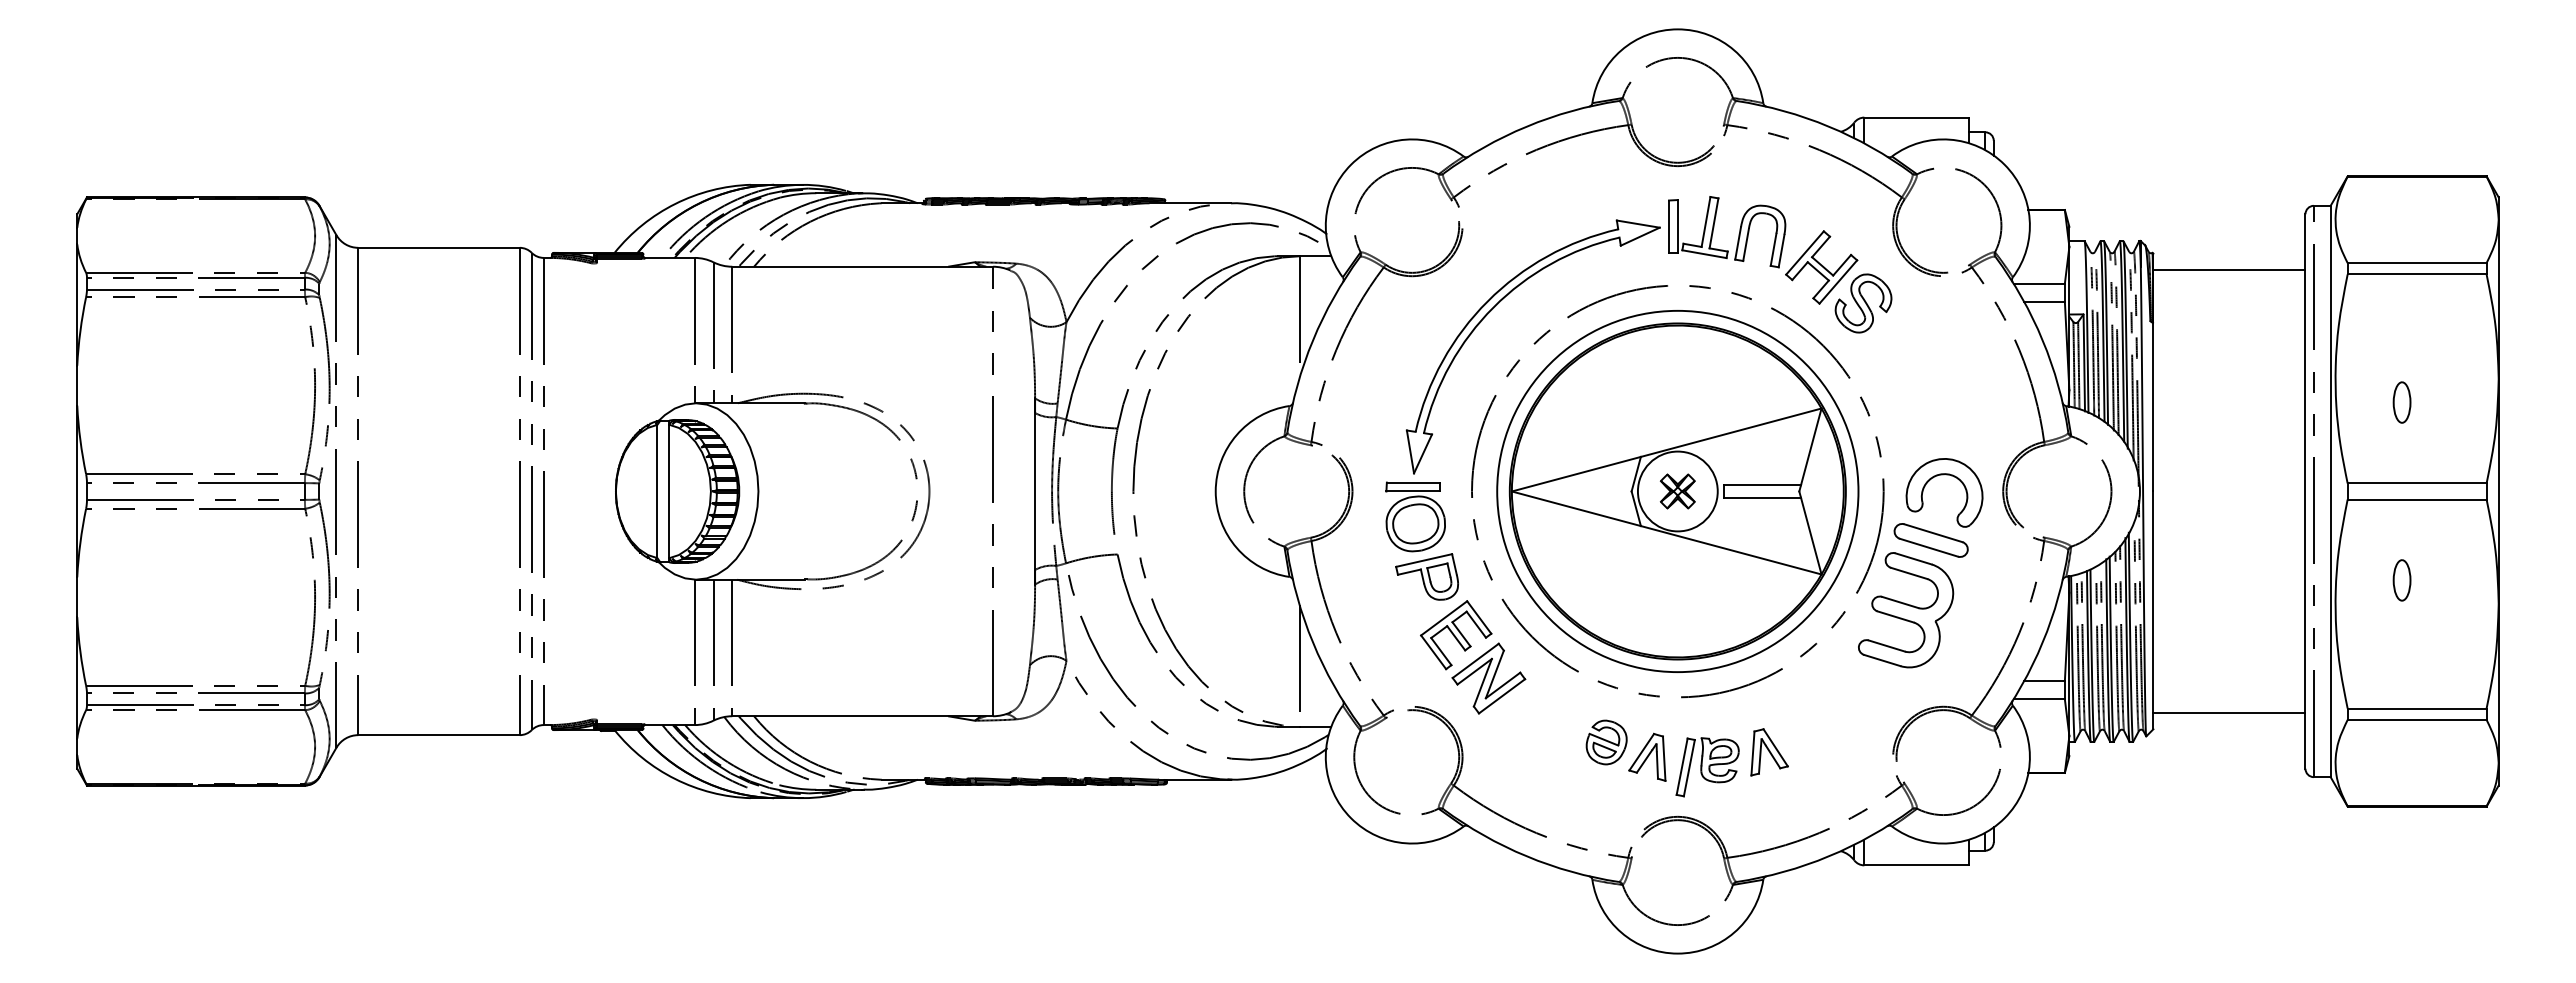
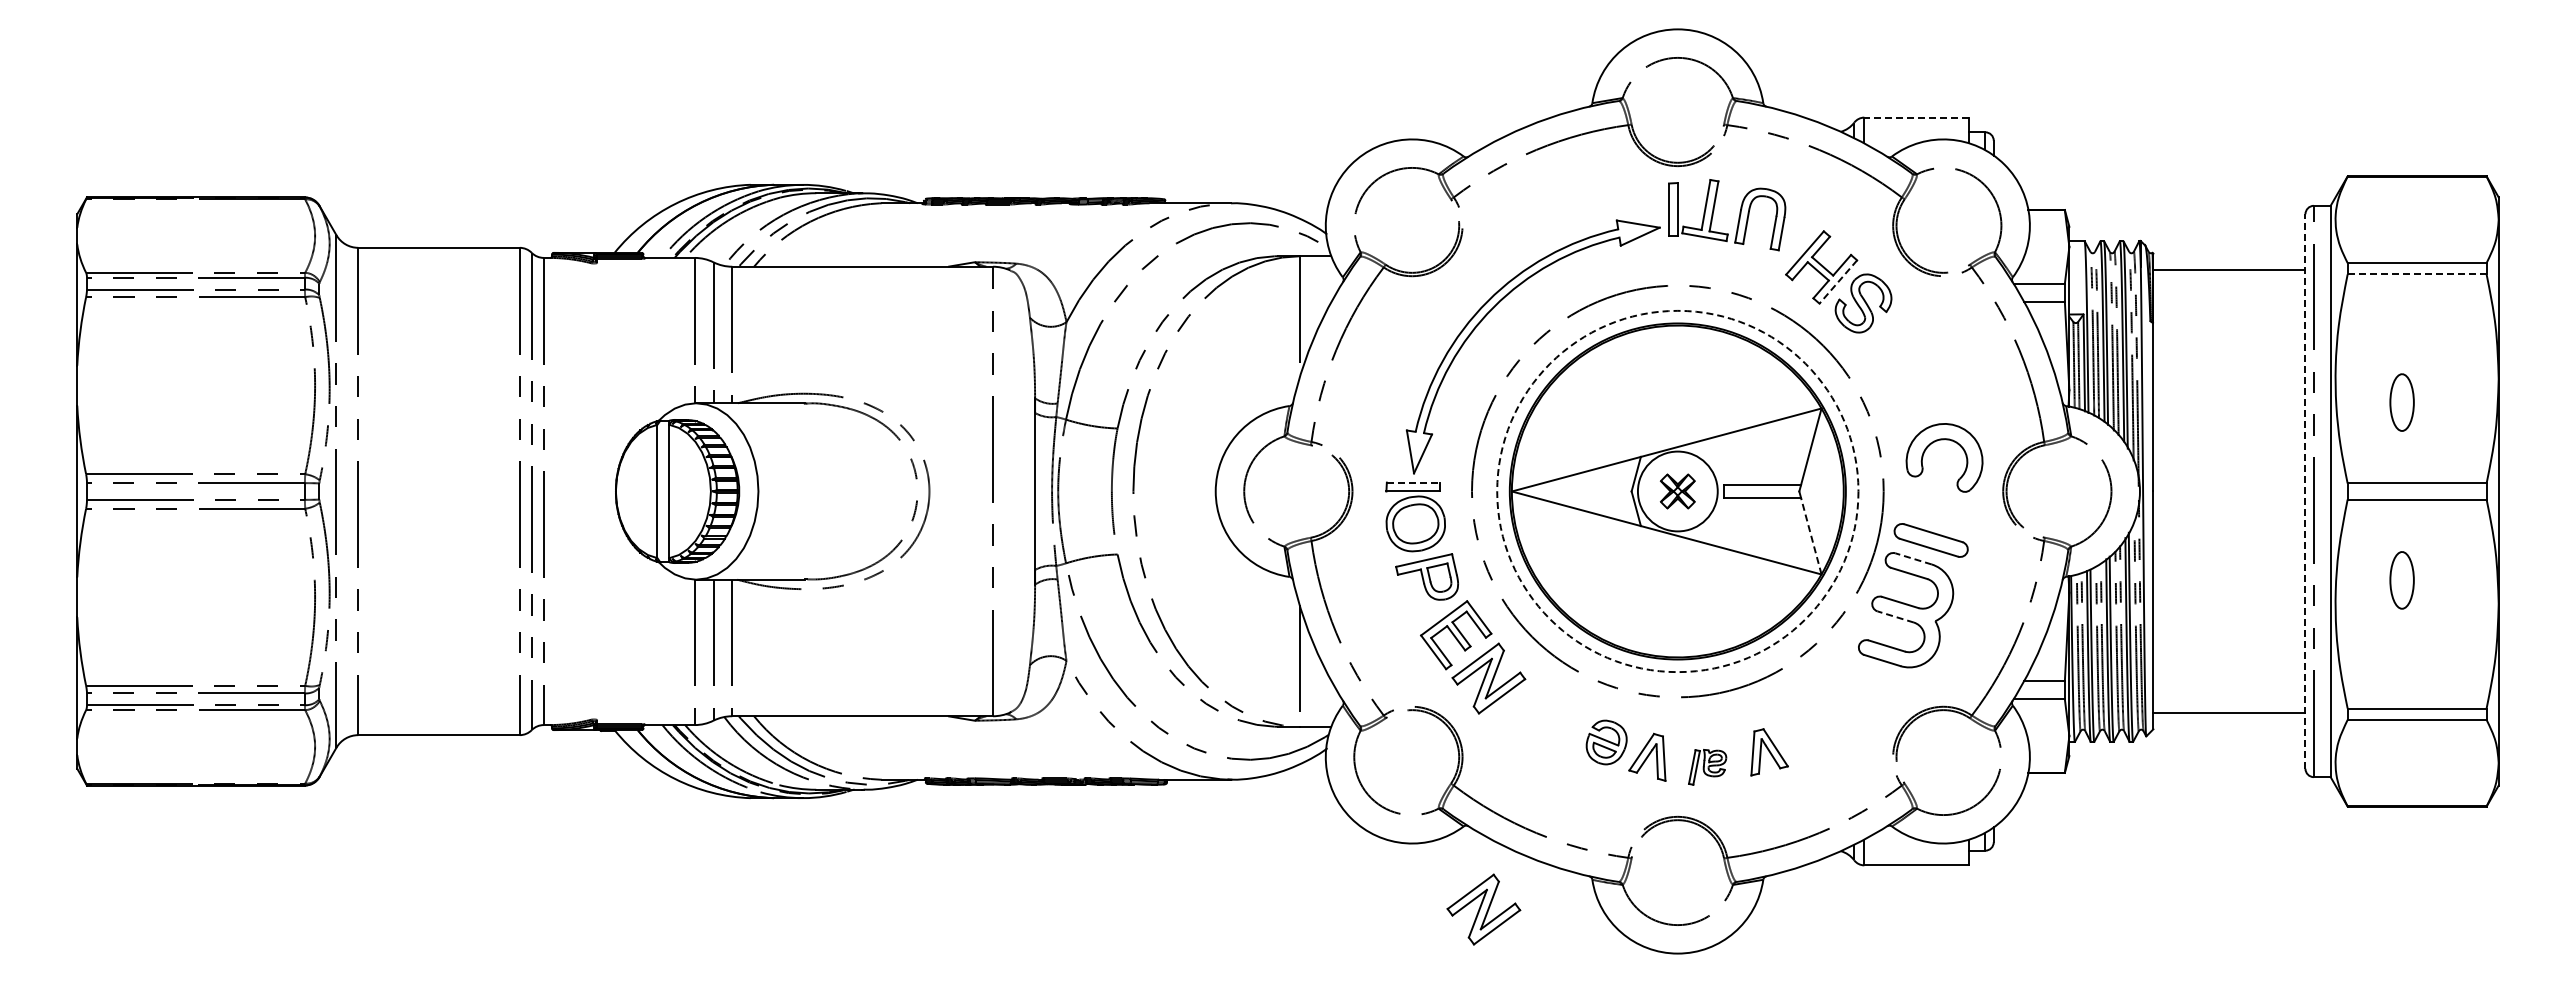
line at (1915, 117): solid -> dashed
part at (1738, 234) position: (1738, 234) -> (1738, 217)
line at (2417, 274): solid -> dashed
line at (1838, 281): solid -> dashed
part at (2401, 402) size: 20x43 px -> 26x59 px
part at (1944, 475) position: (1944, 475) -> (1944, 440)
line at (1413, 482): solid -> dashed
circle at (1677, 491): solid -> dashed
line at (2305, 491): solid -> dashed
line at (1811, 536): solid -> dashed
line at (1913, 558): solid -> dashed
part at (2401, 580) size: 20x43 px -> 26x59 px
line at (1895, 616): solid -> dashed
part at (1707, 767) size: 65x61 px -> 40x37 px
part at (1483, 909): none -> present
